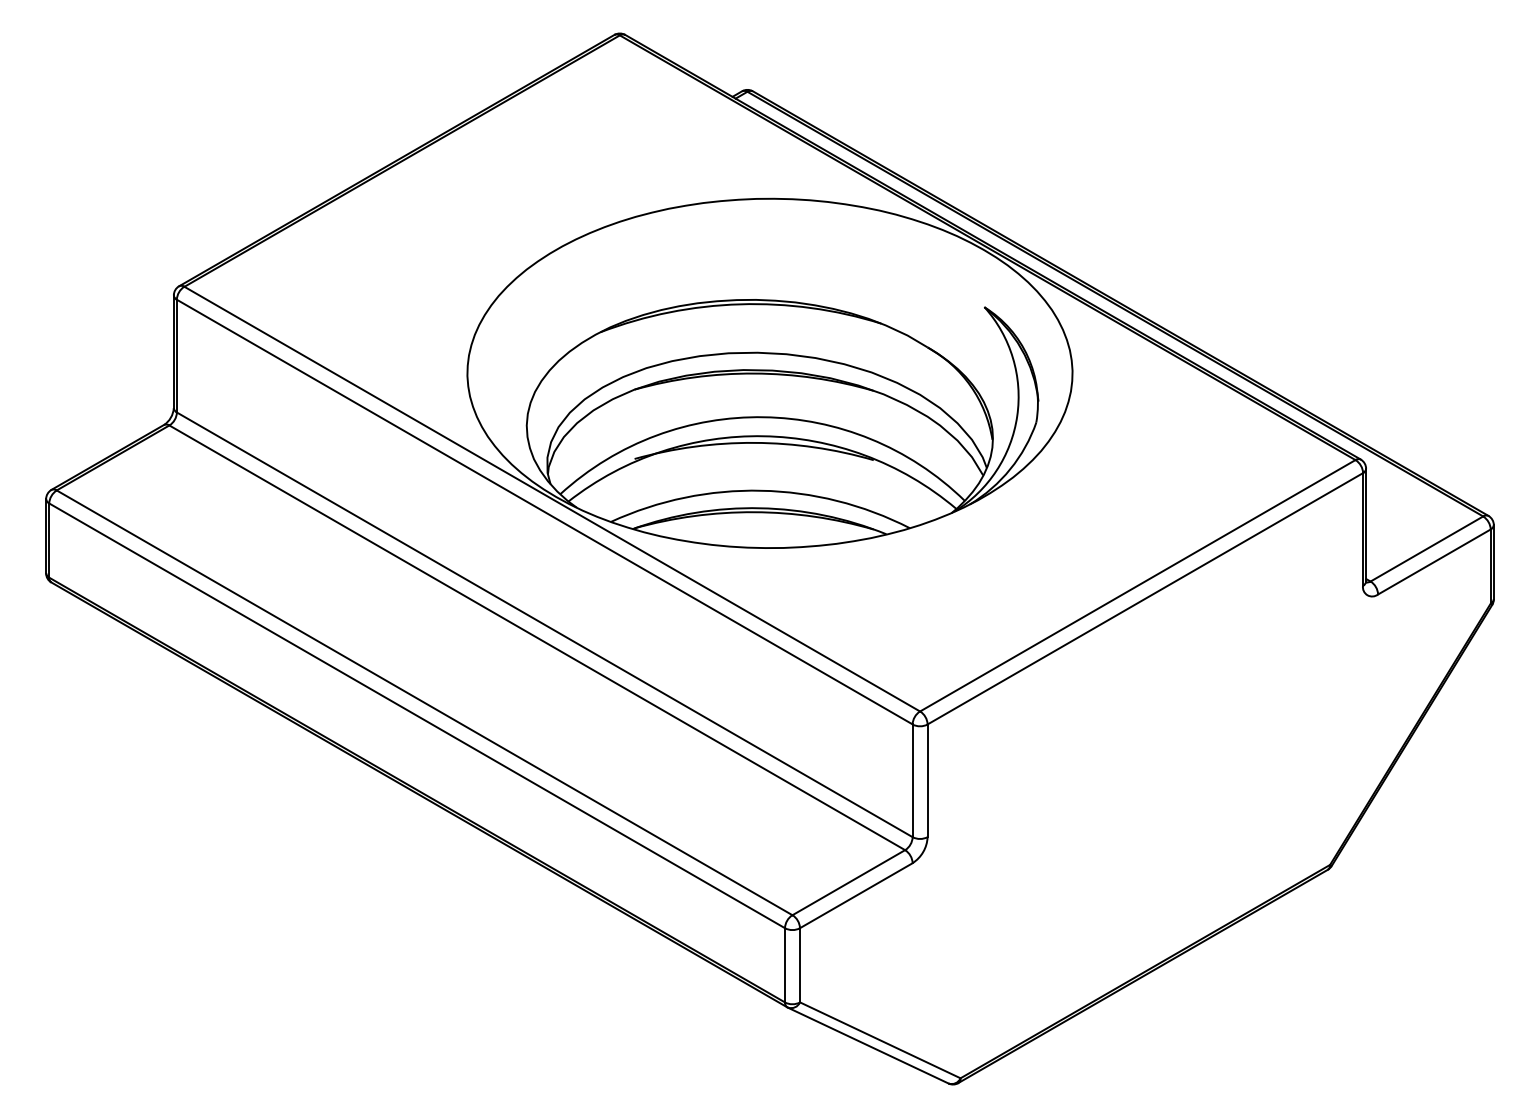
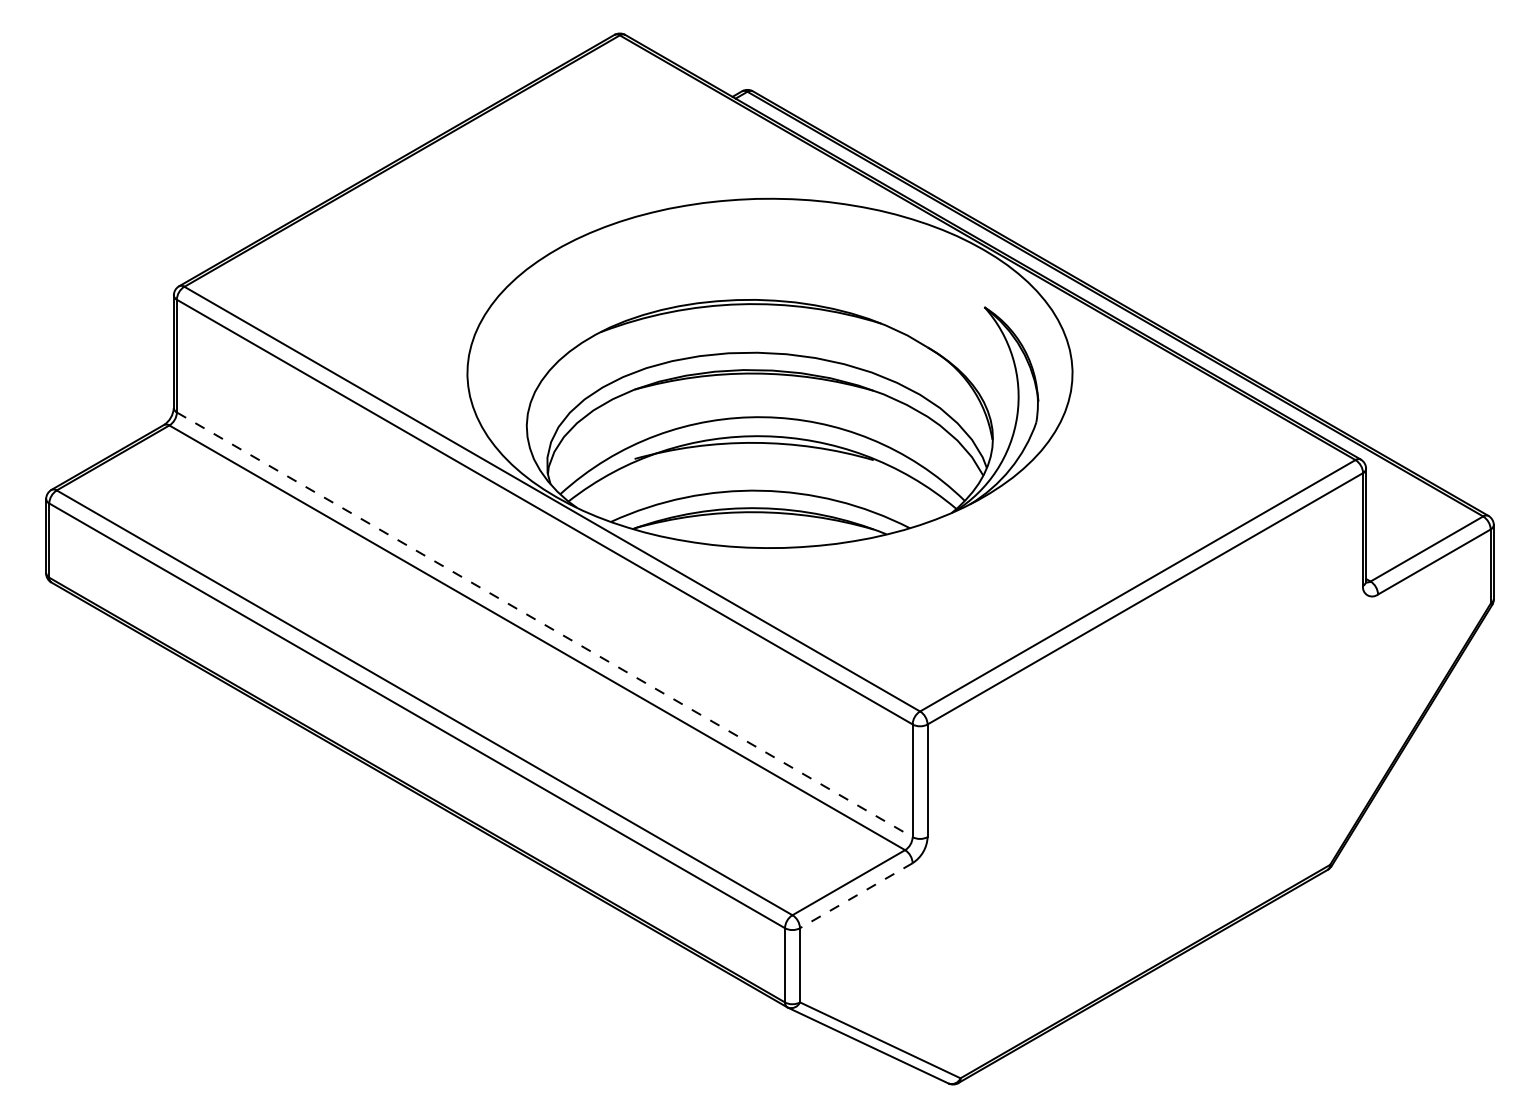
line at (544, 624): solid -> dashed
line at (855, 895): solid -> dashed
